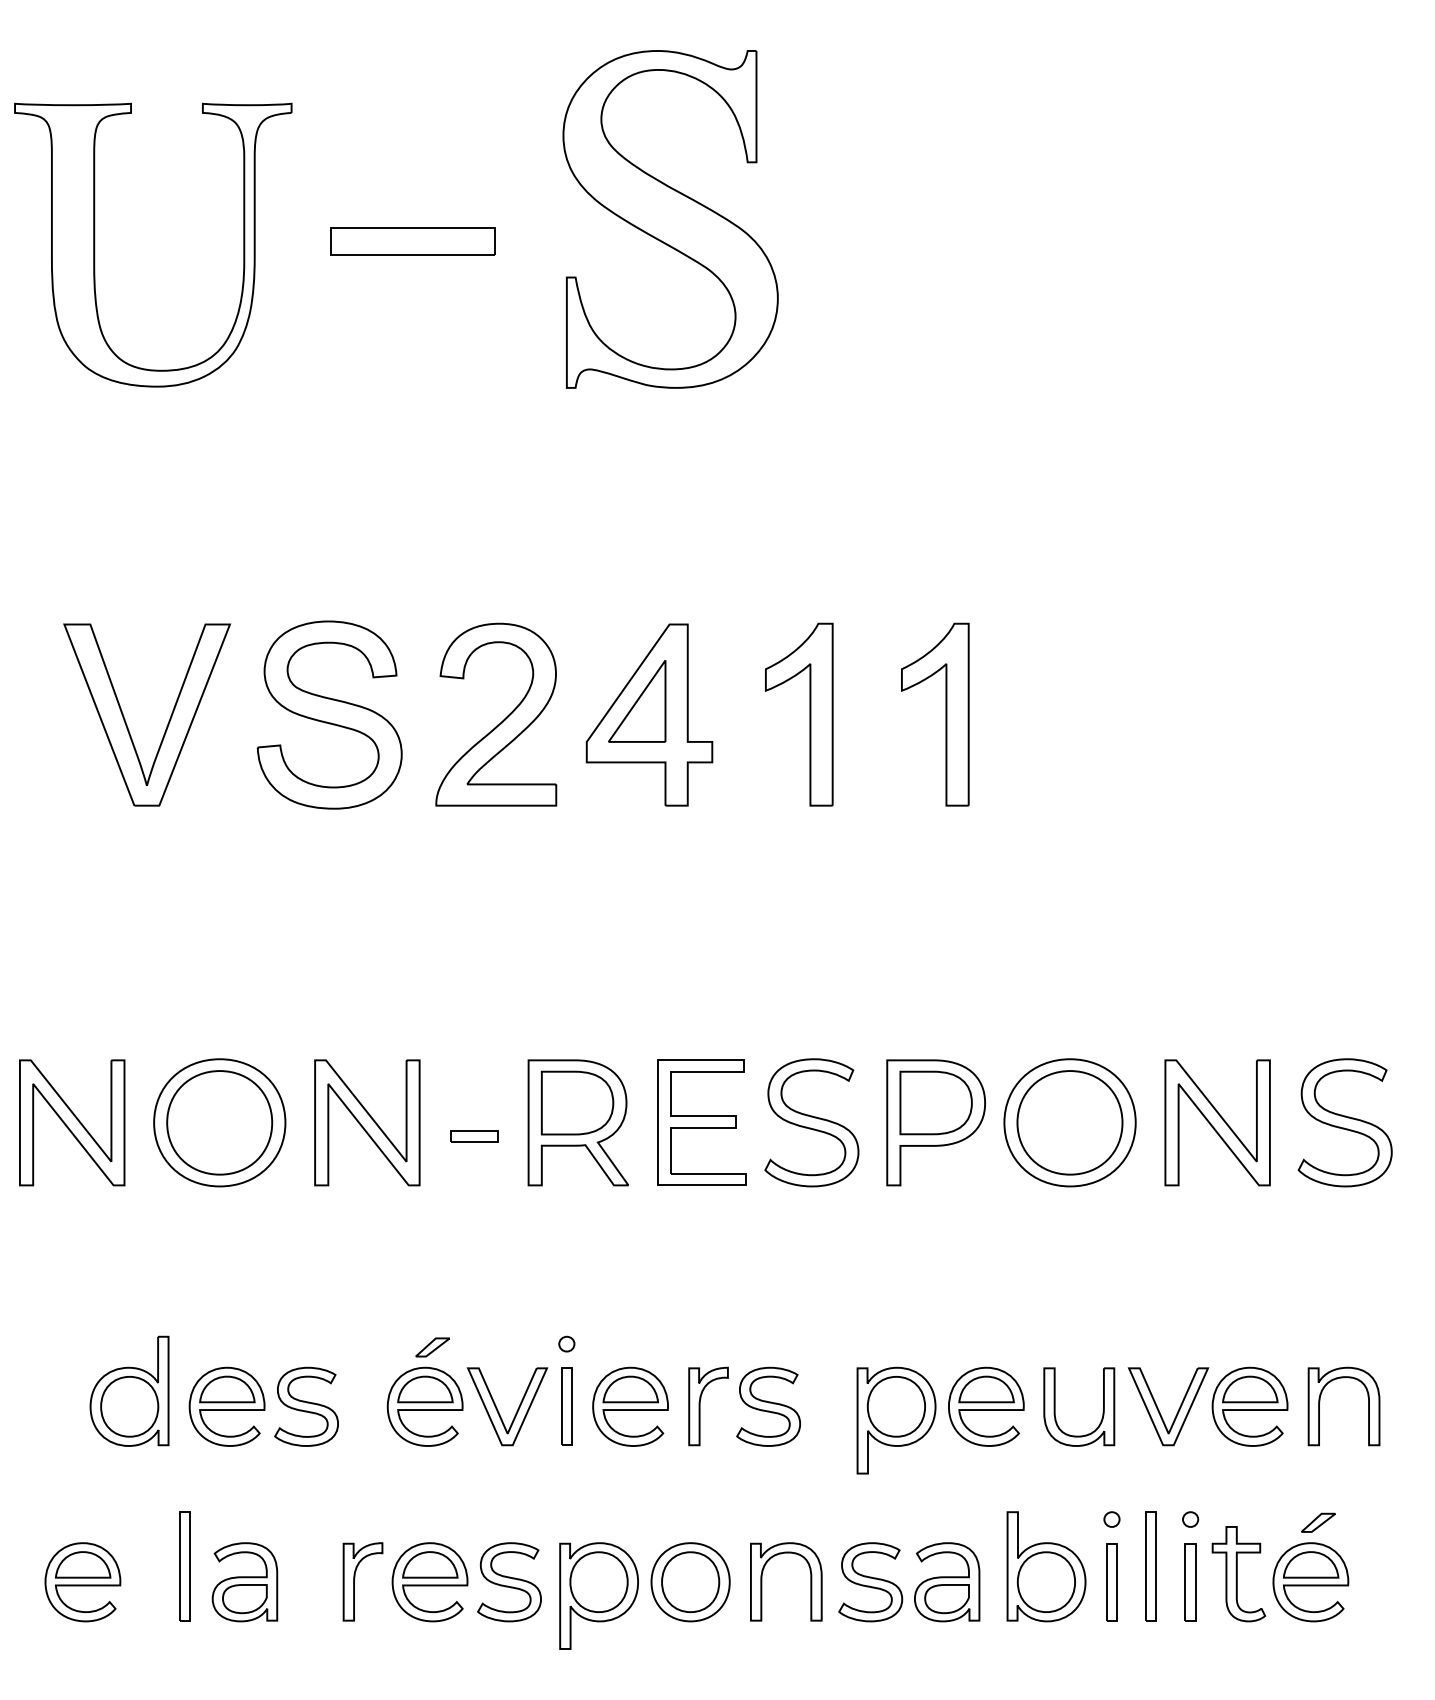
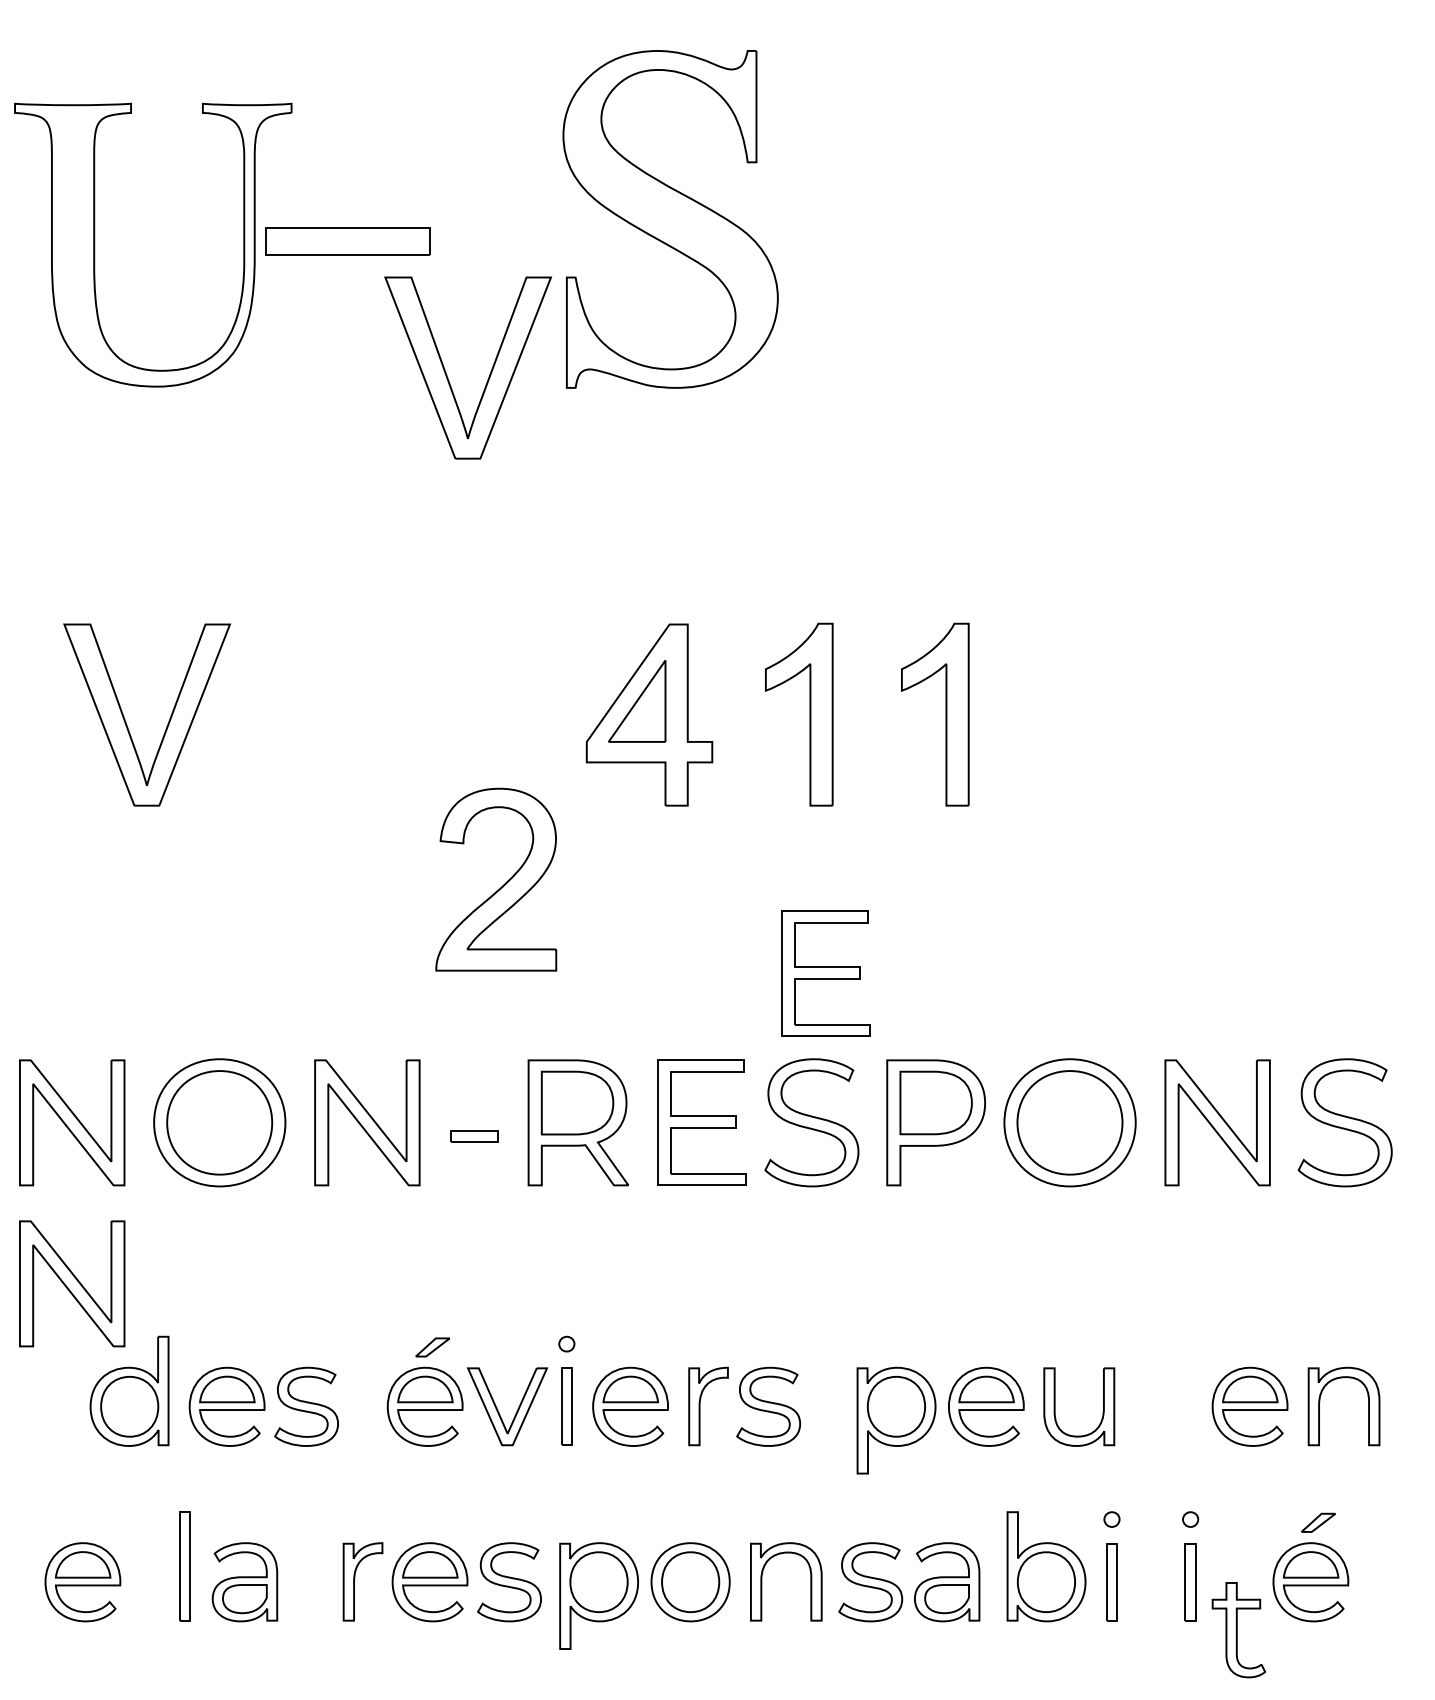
part at (412, 241) position: (412, 241) -> (347, 241)
part at (488, 376): none -> present
part at (329, 714): present -> none
part at (502, 720) position: (502, 720) -> (502, 885)
part at (825, 973): none -> present
part at (72, 1283): none -> present
part at (1159, 1410): present -> none
part at (1150, 1566): present -> none
part at (1238, 1574) position: (1238, 1574) -> (1238, 1630)
